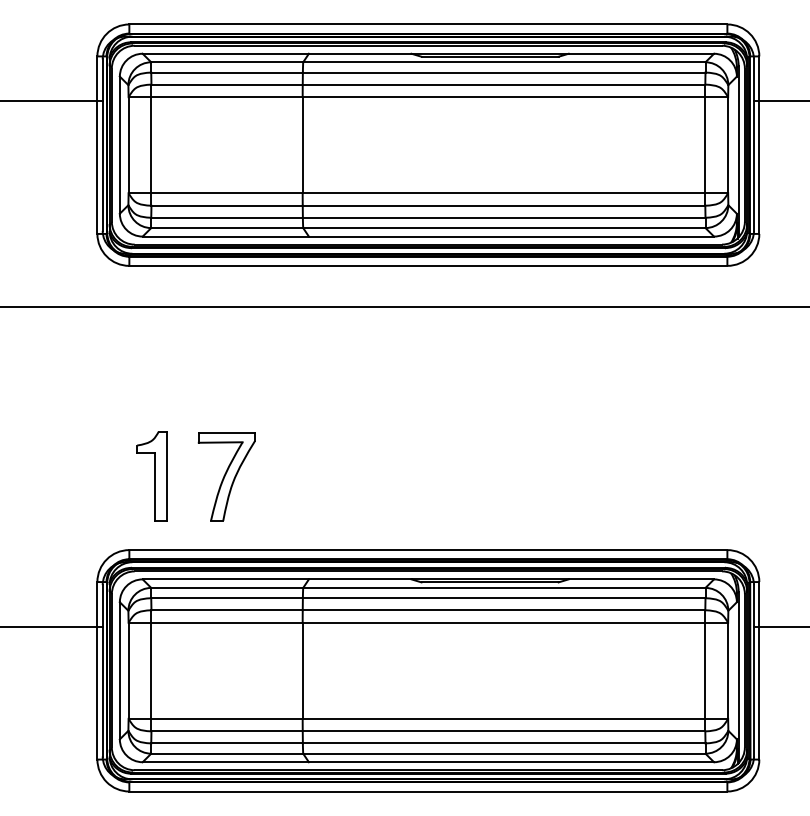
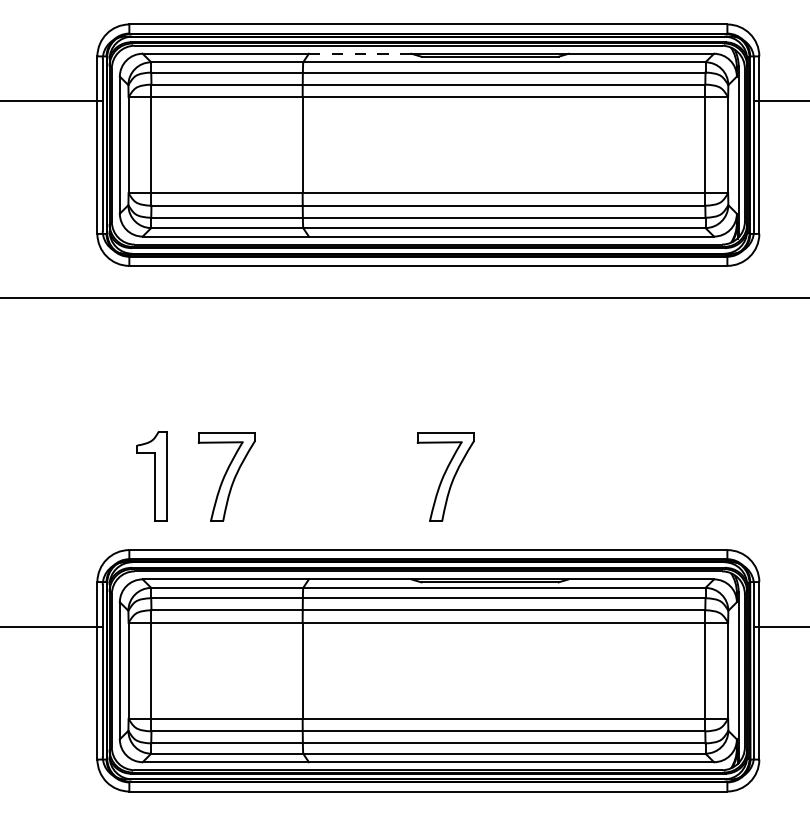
line at (360, 53): solid -> dashed
line at (404, 307) position: (404, 307) -> (404, 298)
part at (445, 476): none -> present
